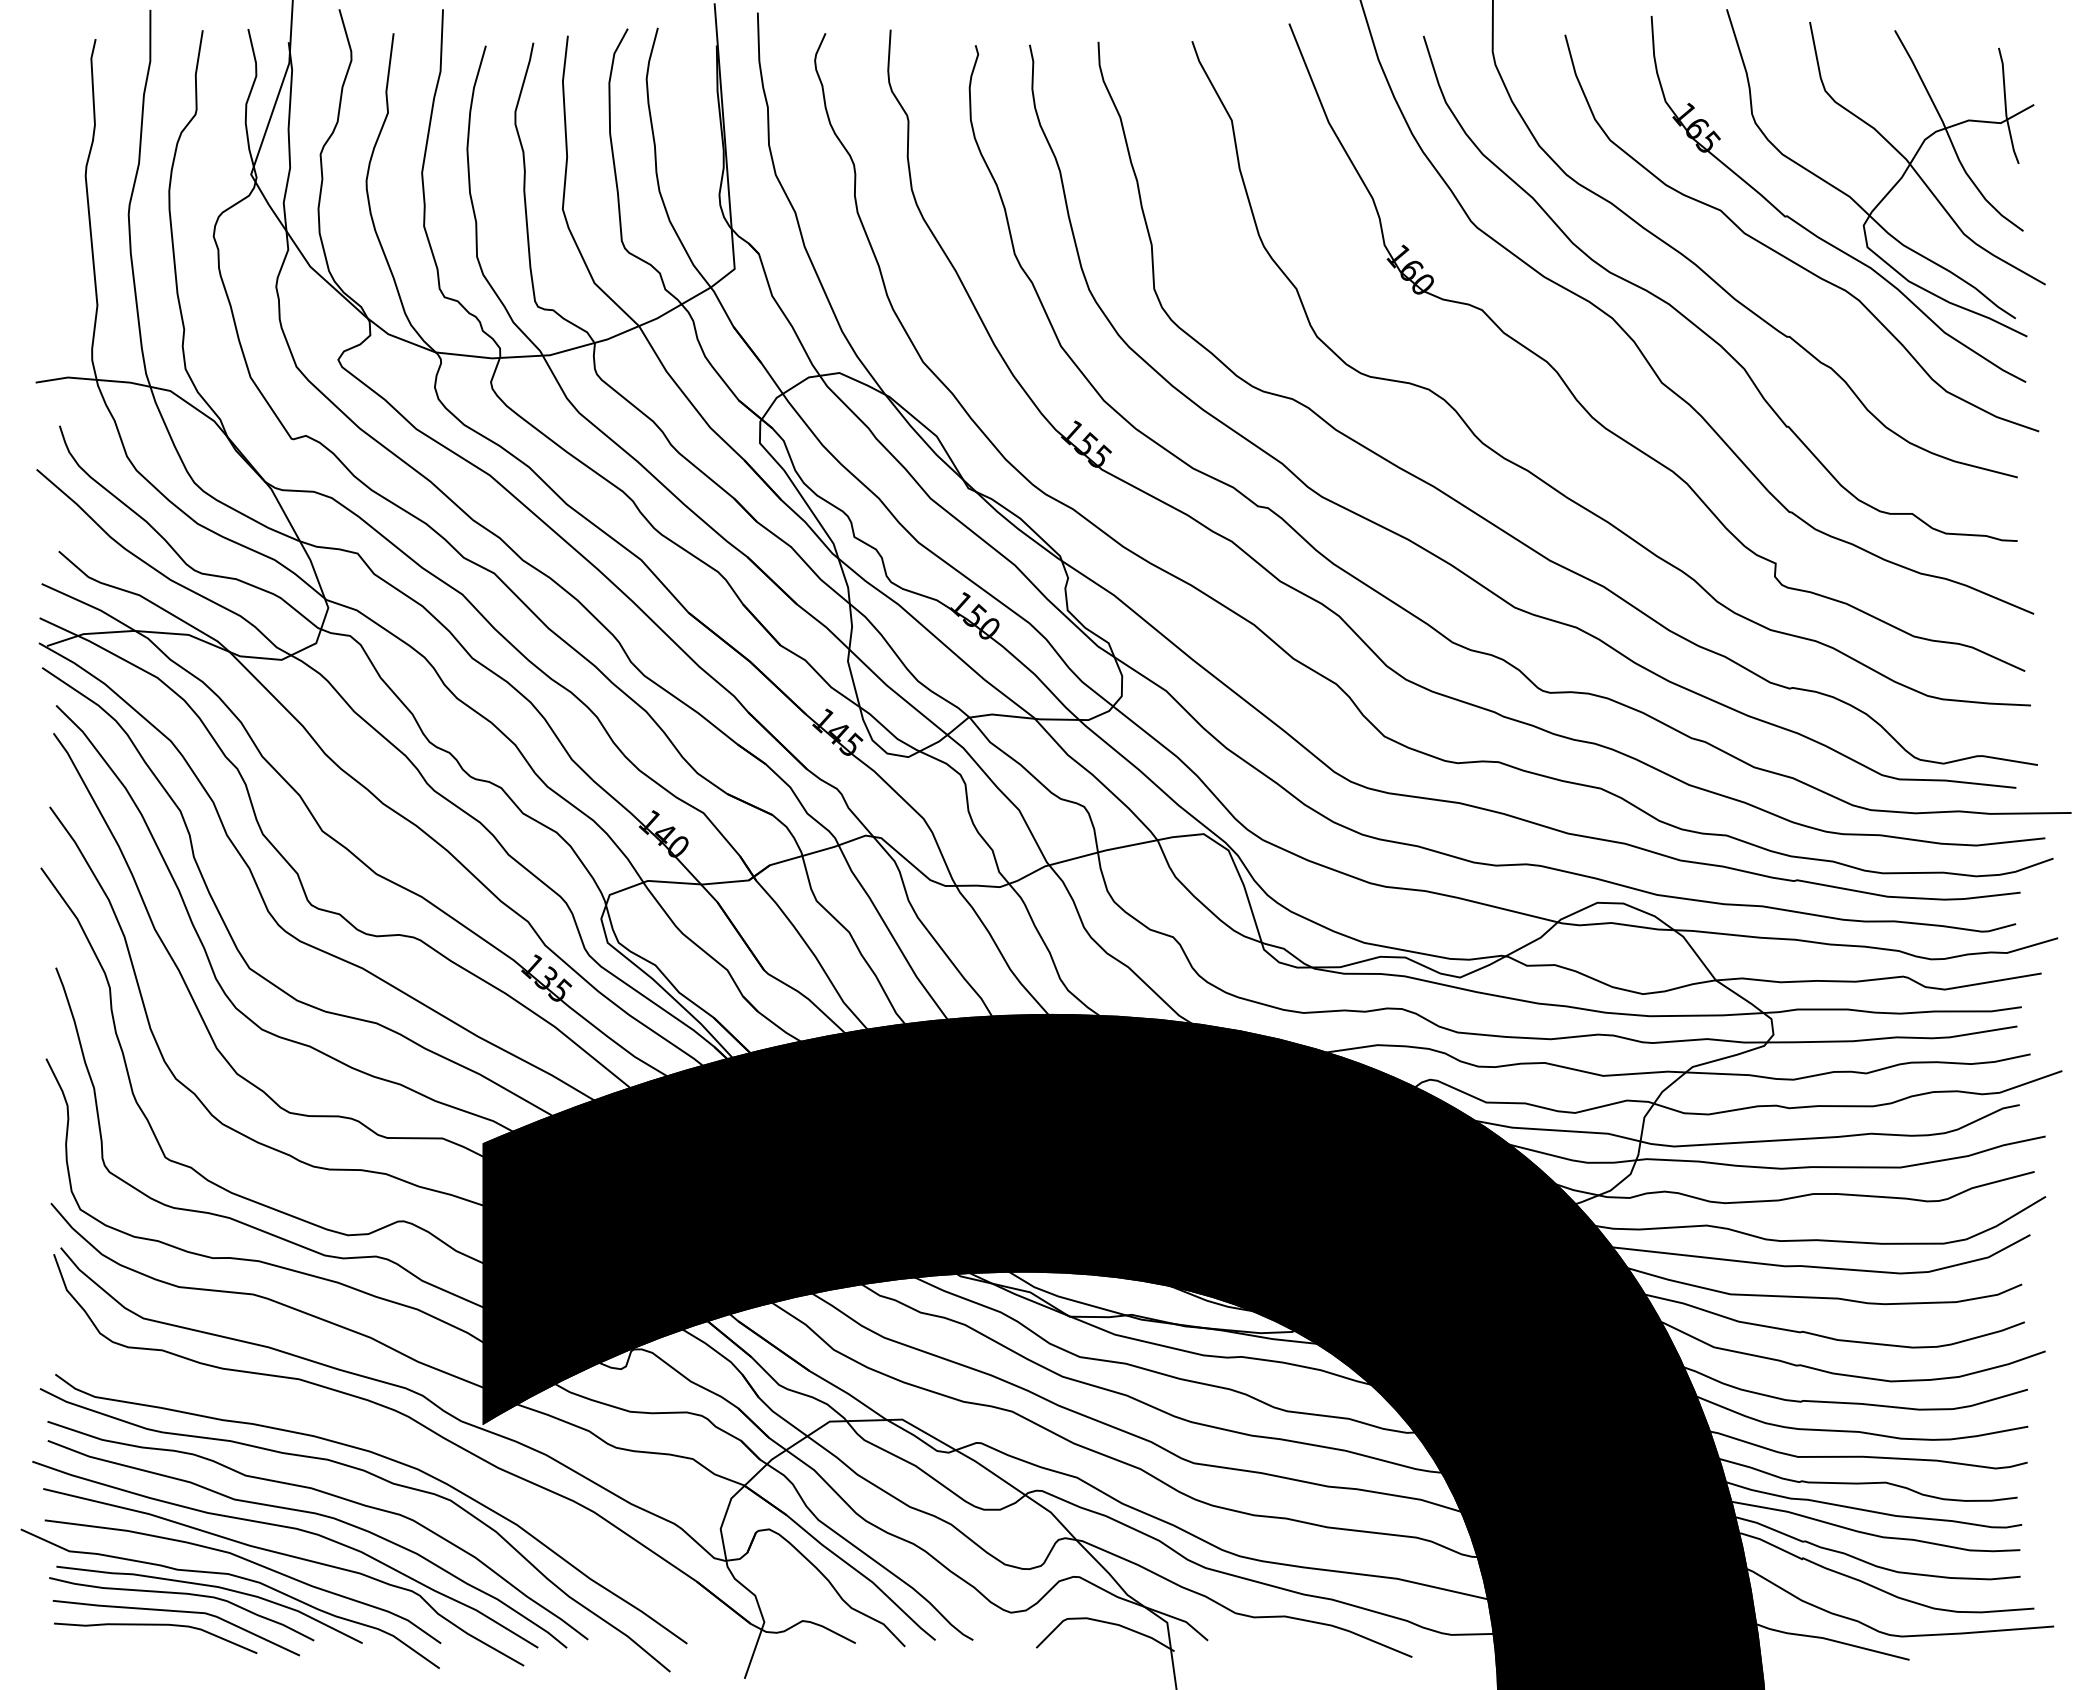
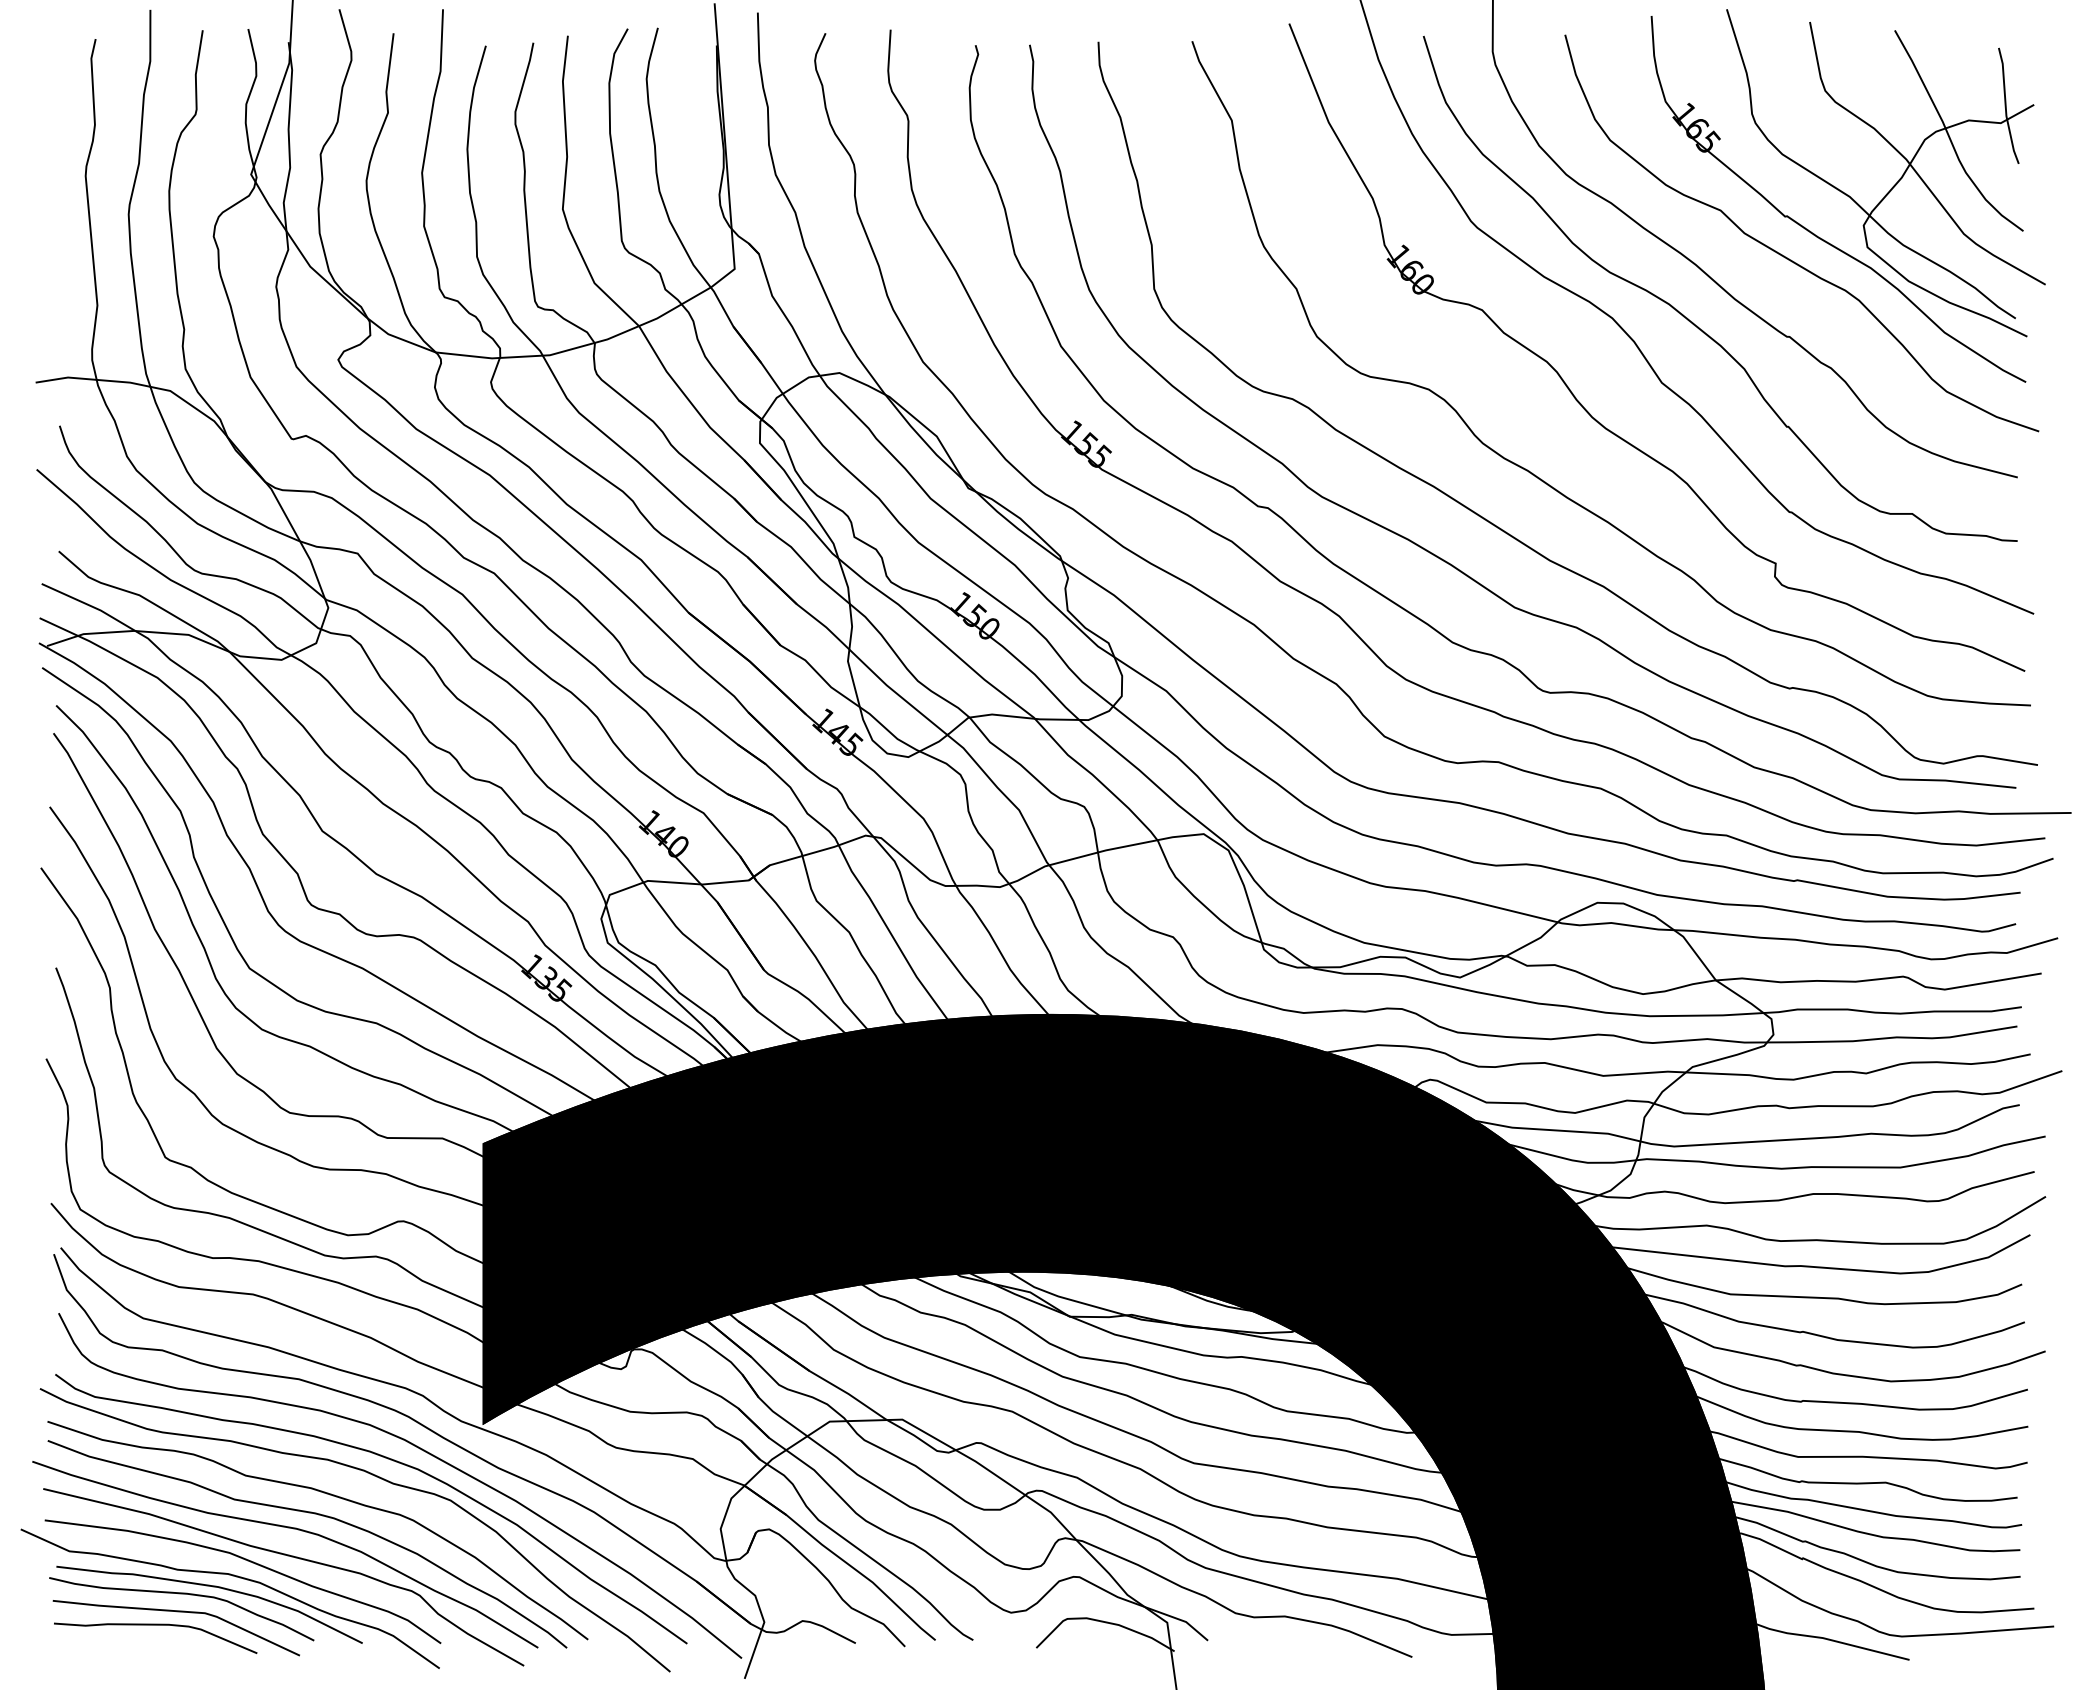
curve at (419, 1449): none -> present
